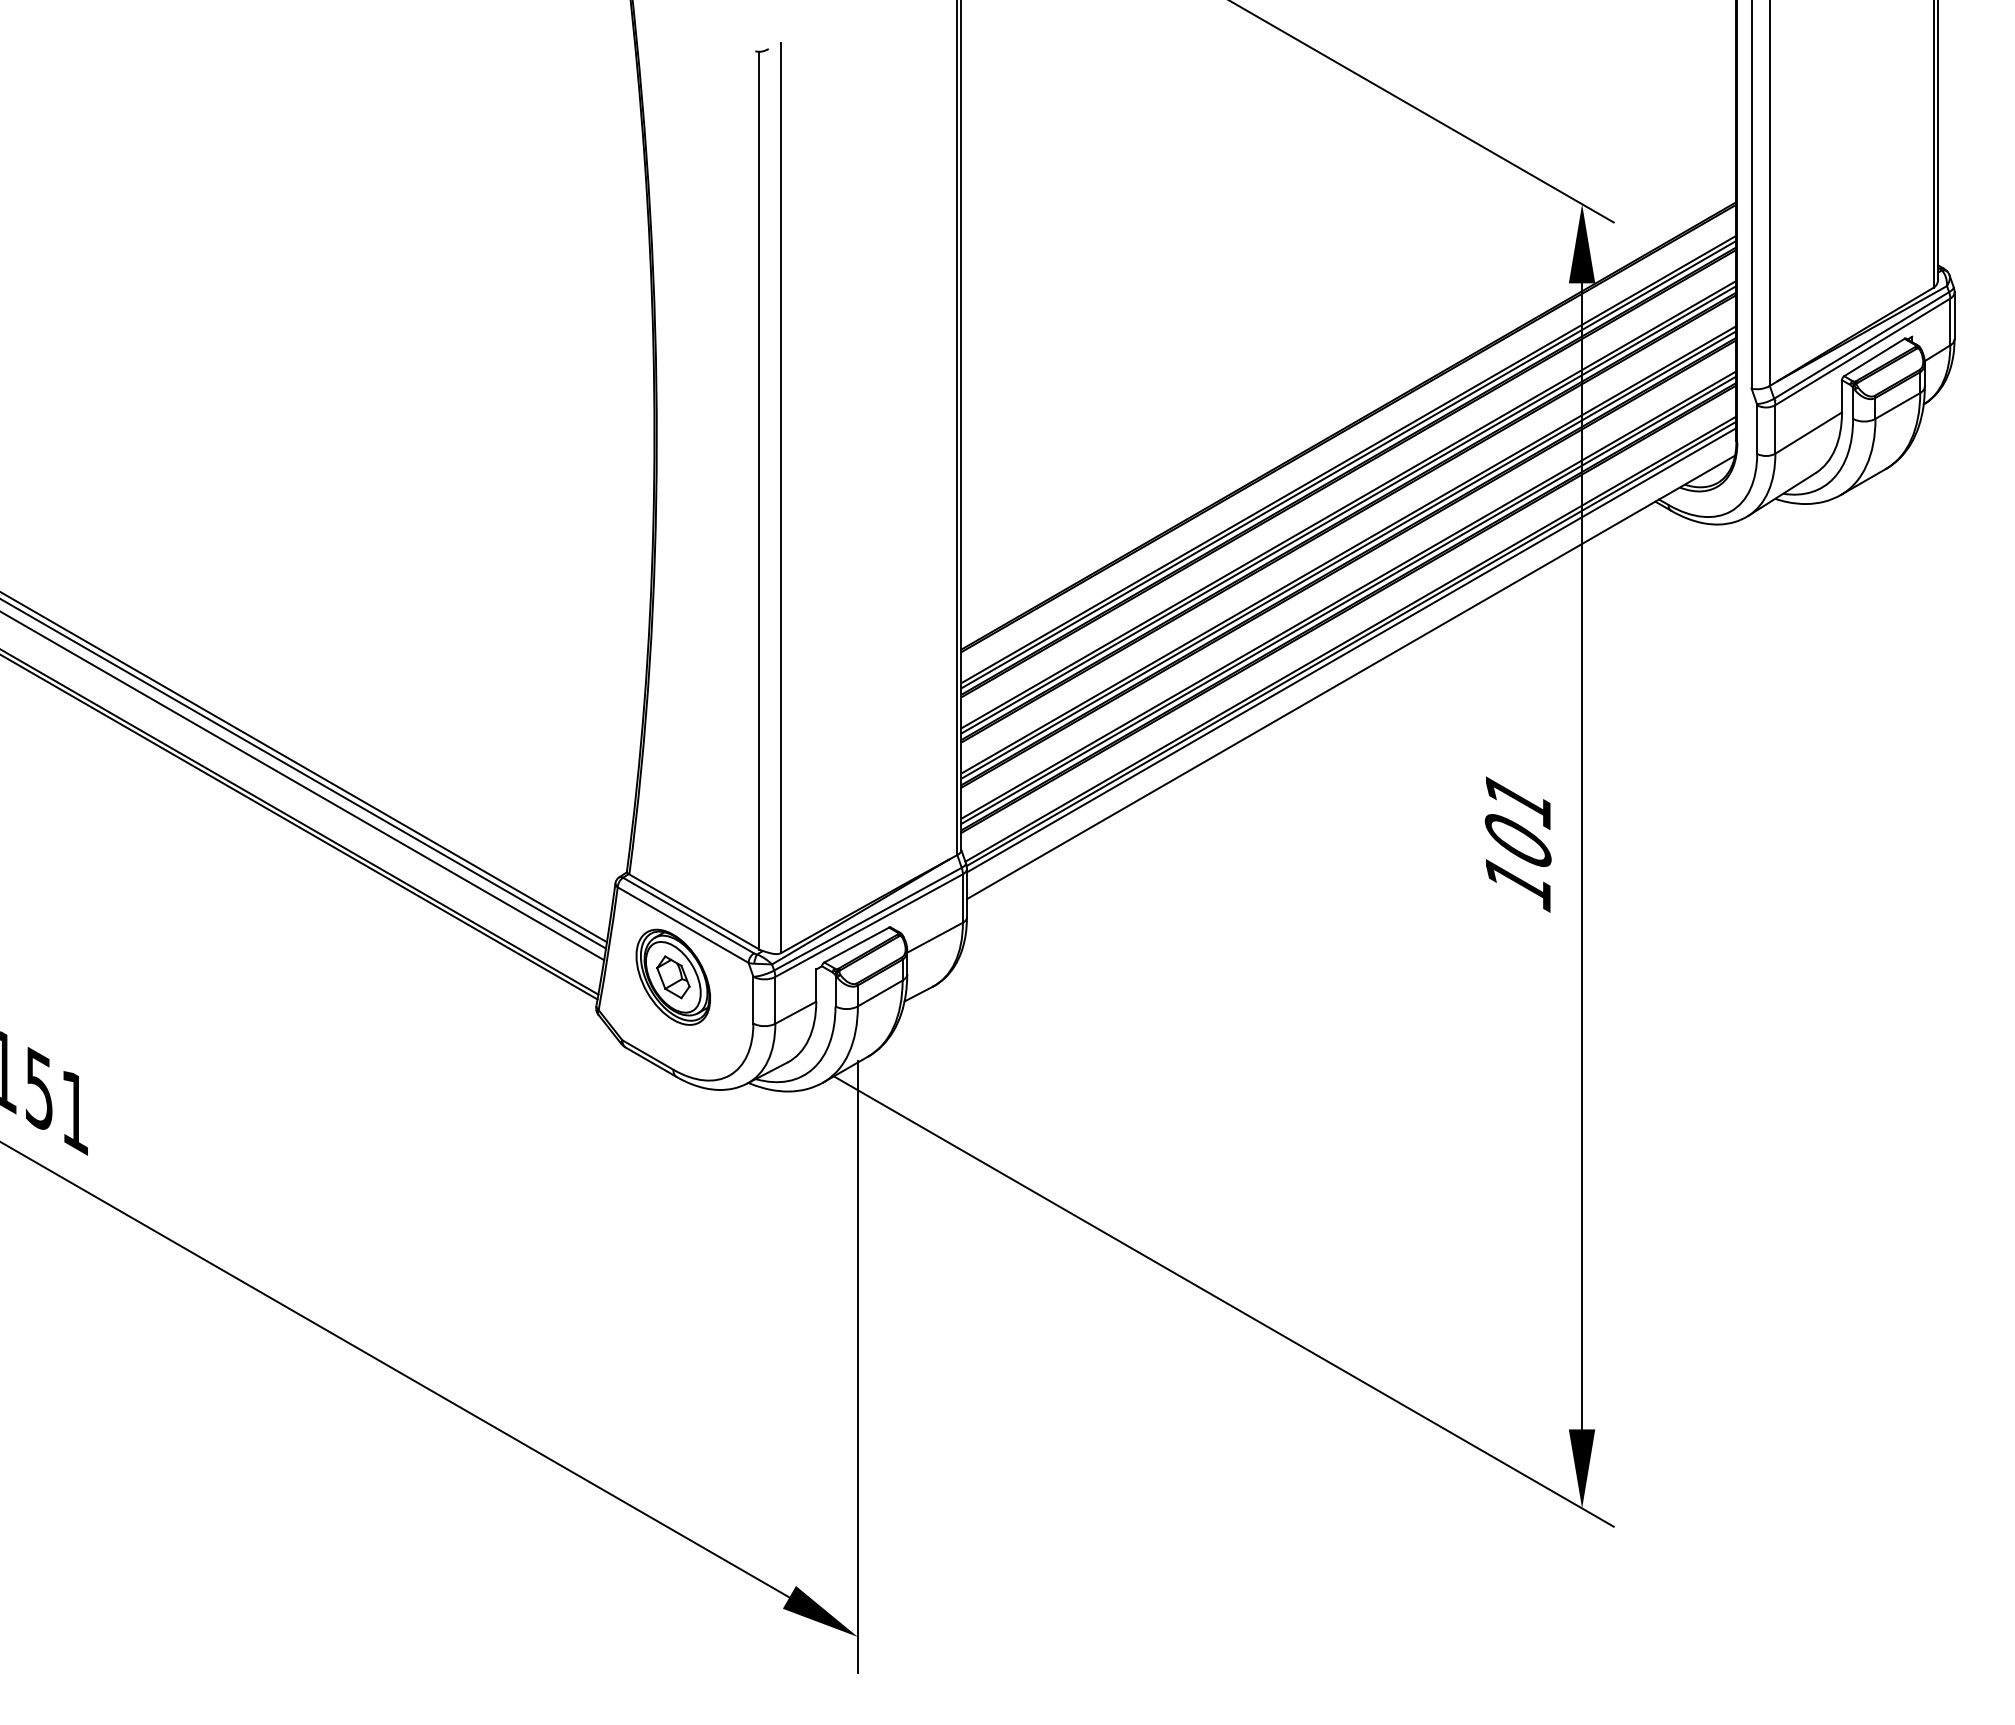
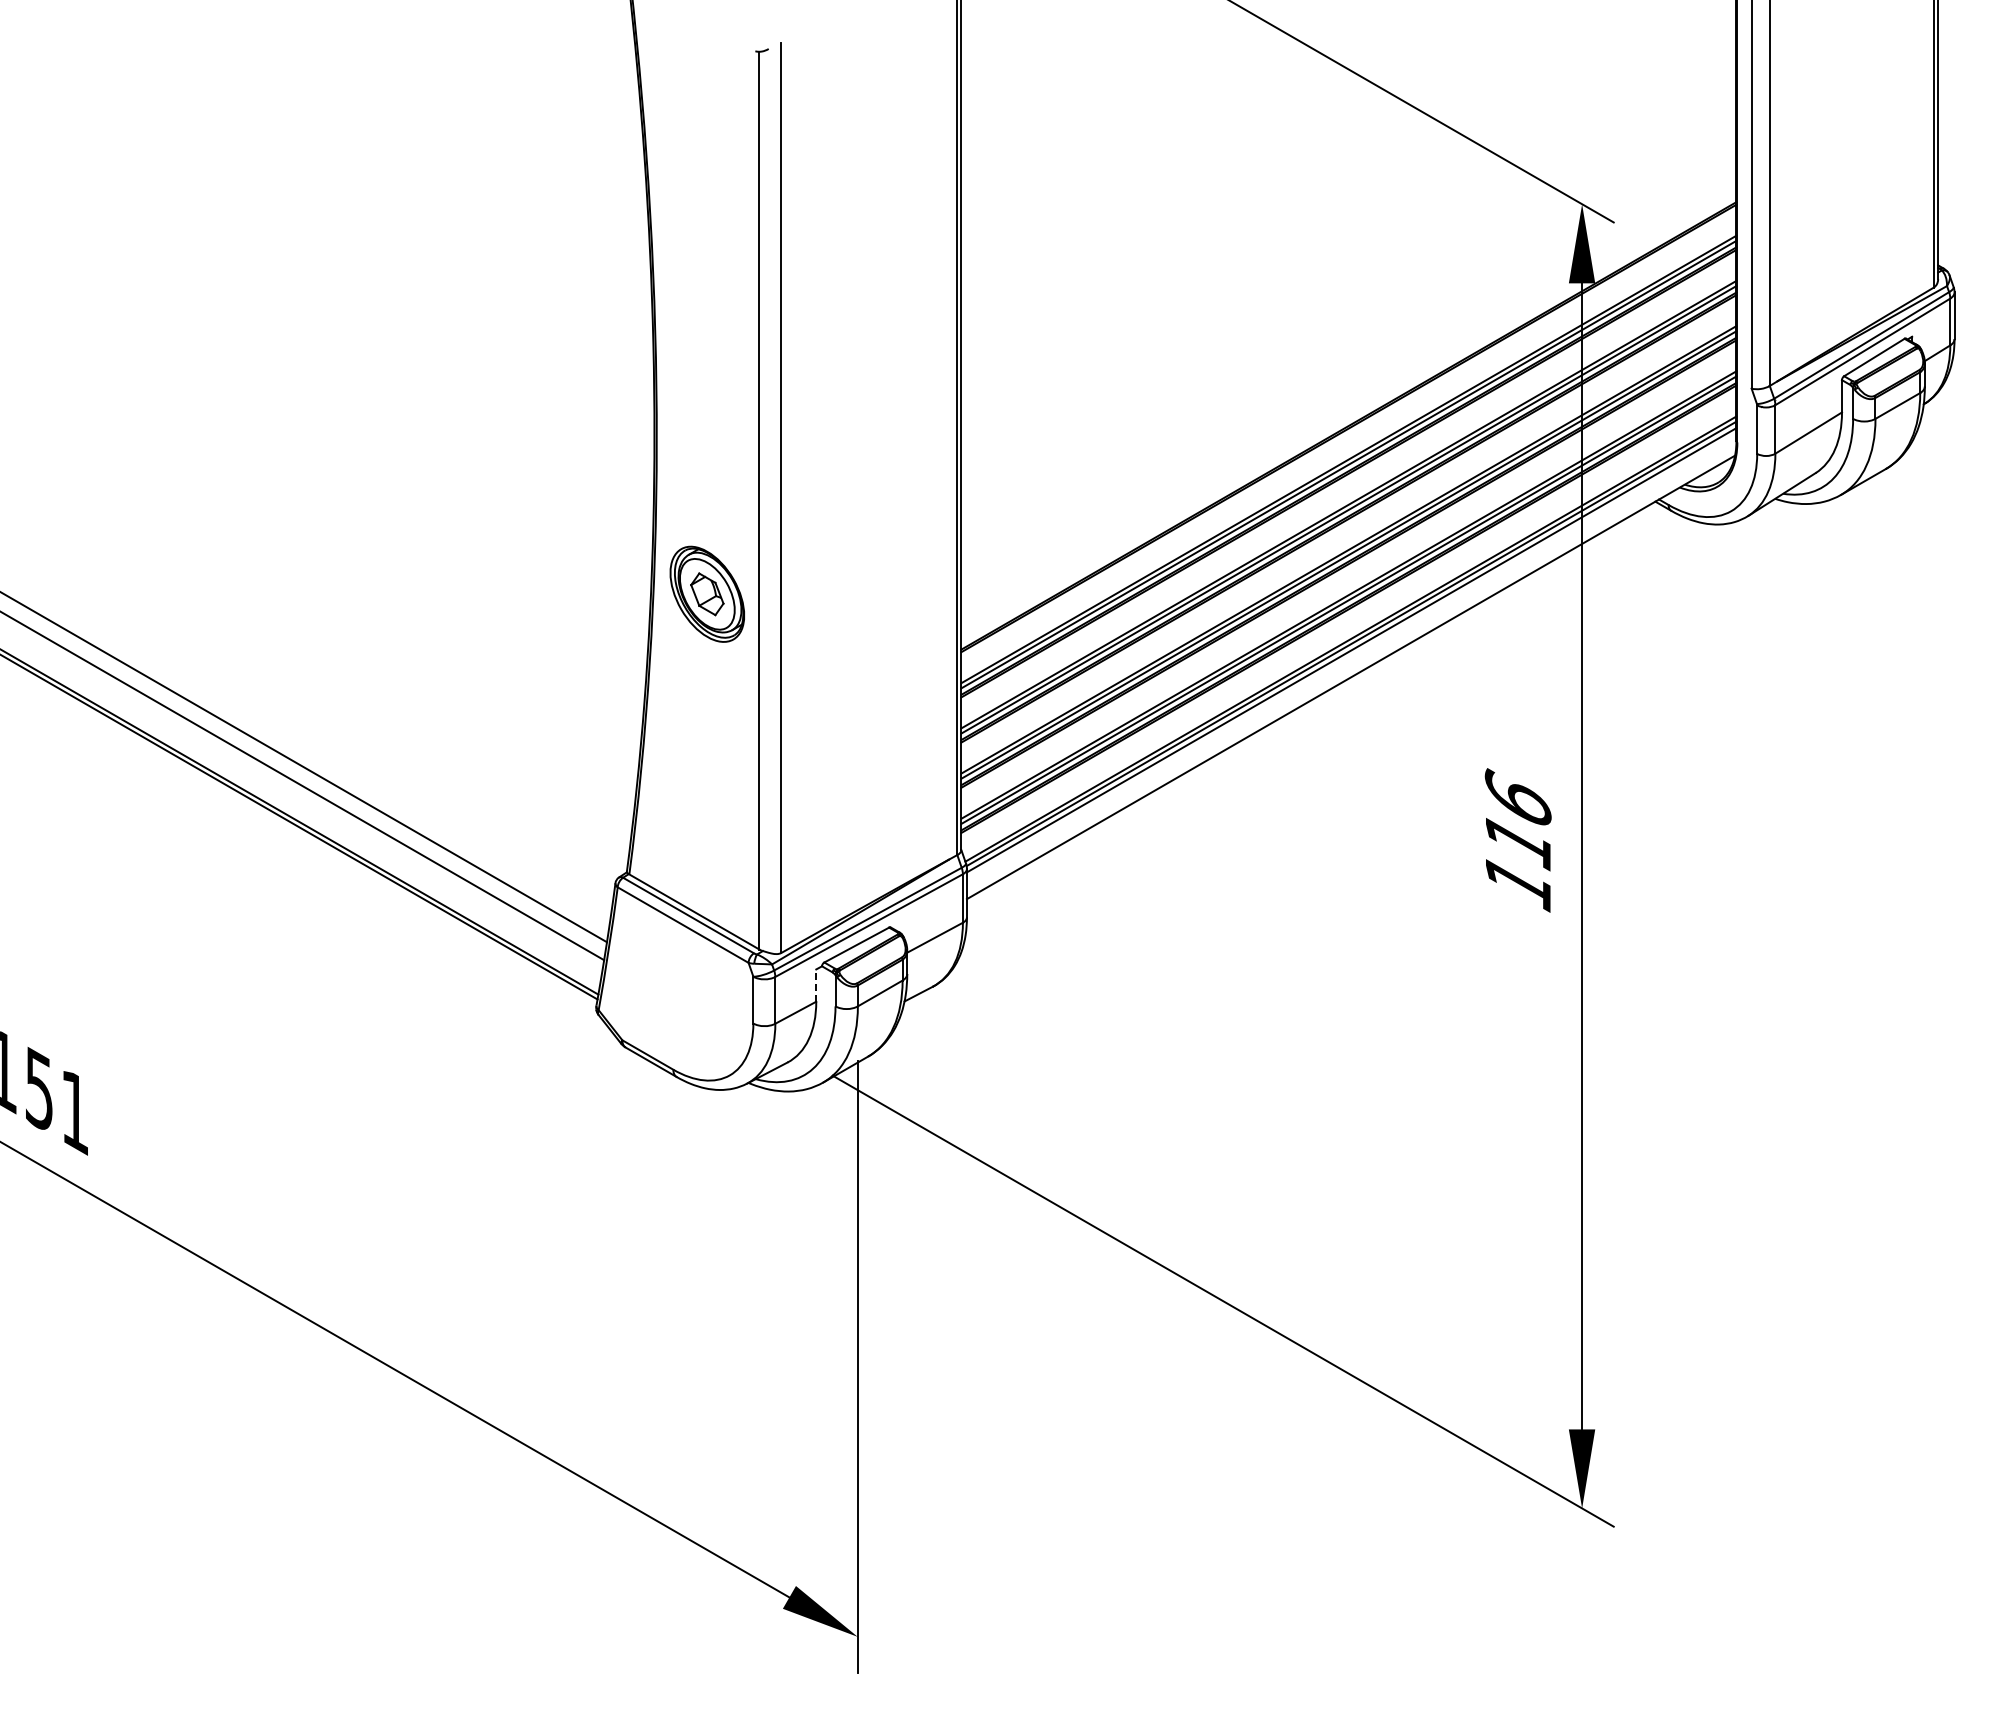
line at (304, 773): present -> none
text at (1517, 819): 101 -> 116
part at (672, 976) position: (672, 976) -> (706, 593)
line at (816, 985): solid -> dashed
